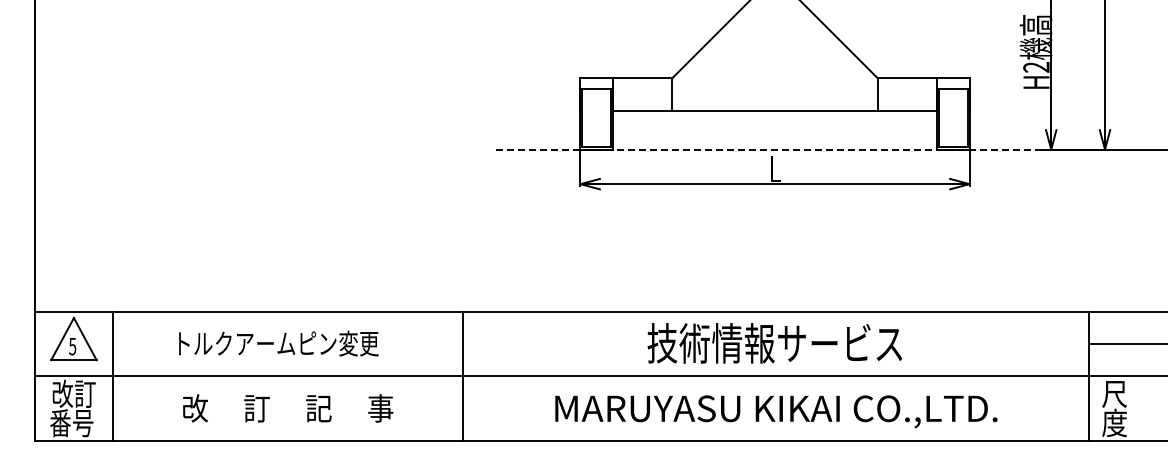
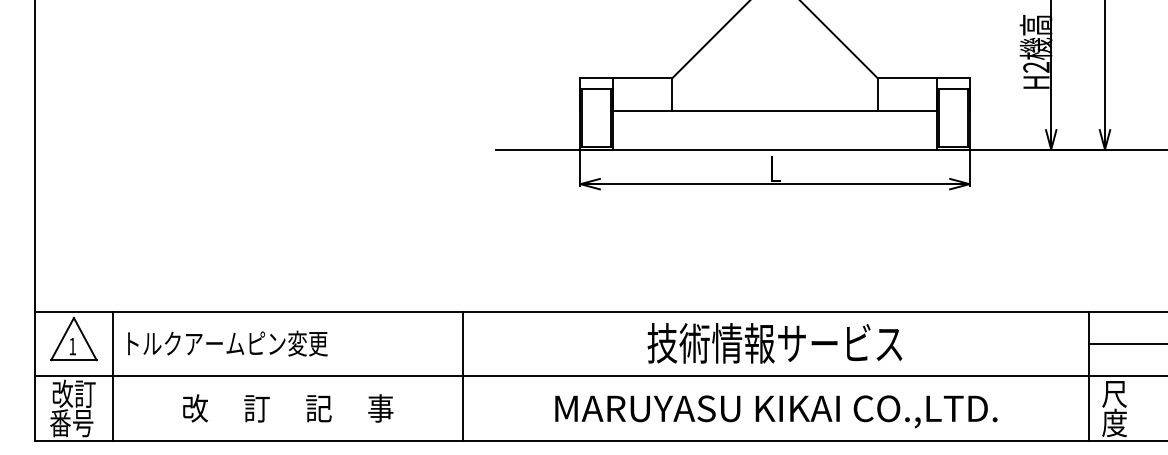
line at (770, 149): dashed -> solid
text at (278, 343) position: (278, 343) -> (227, 343)
text at (72, 346): 5 -> 1
